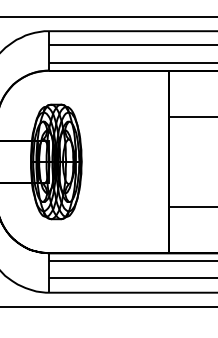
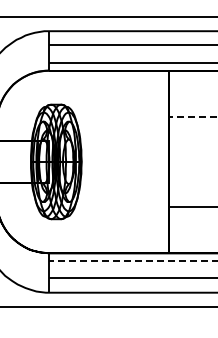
line at (192, 116): solid -> dashed
line at (132, 261): solid -> dashed
